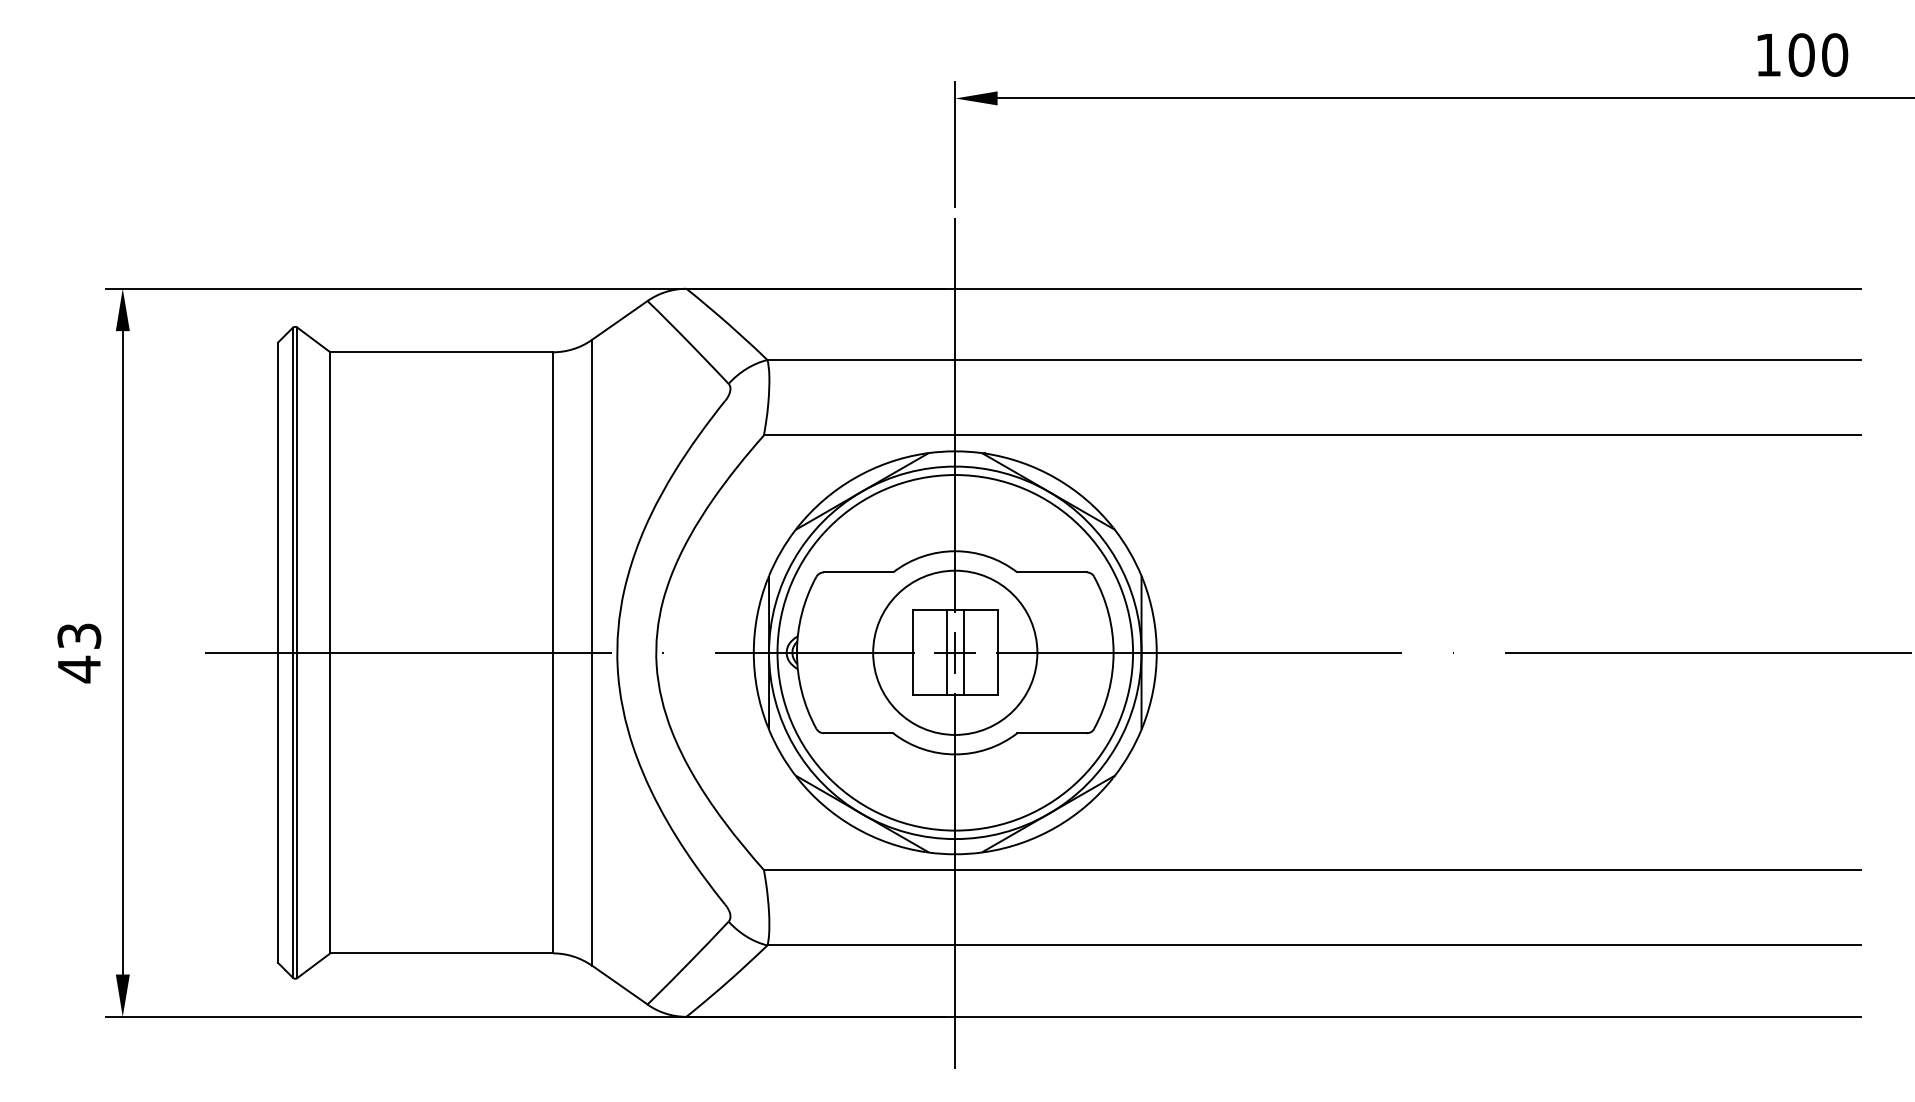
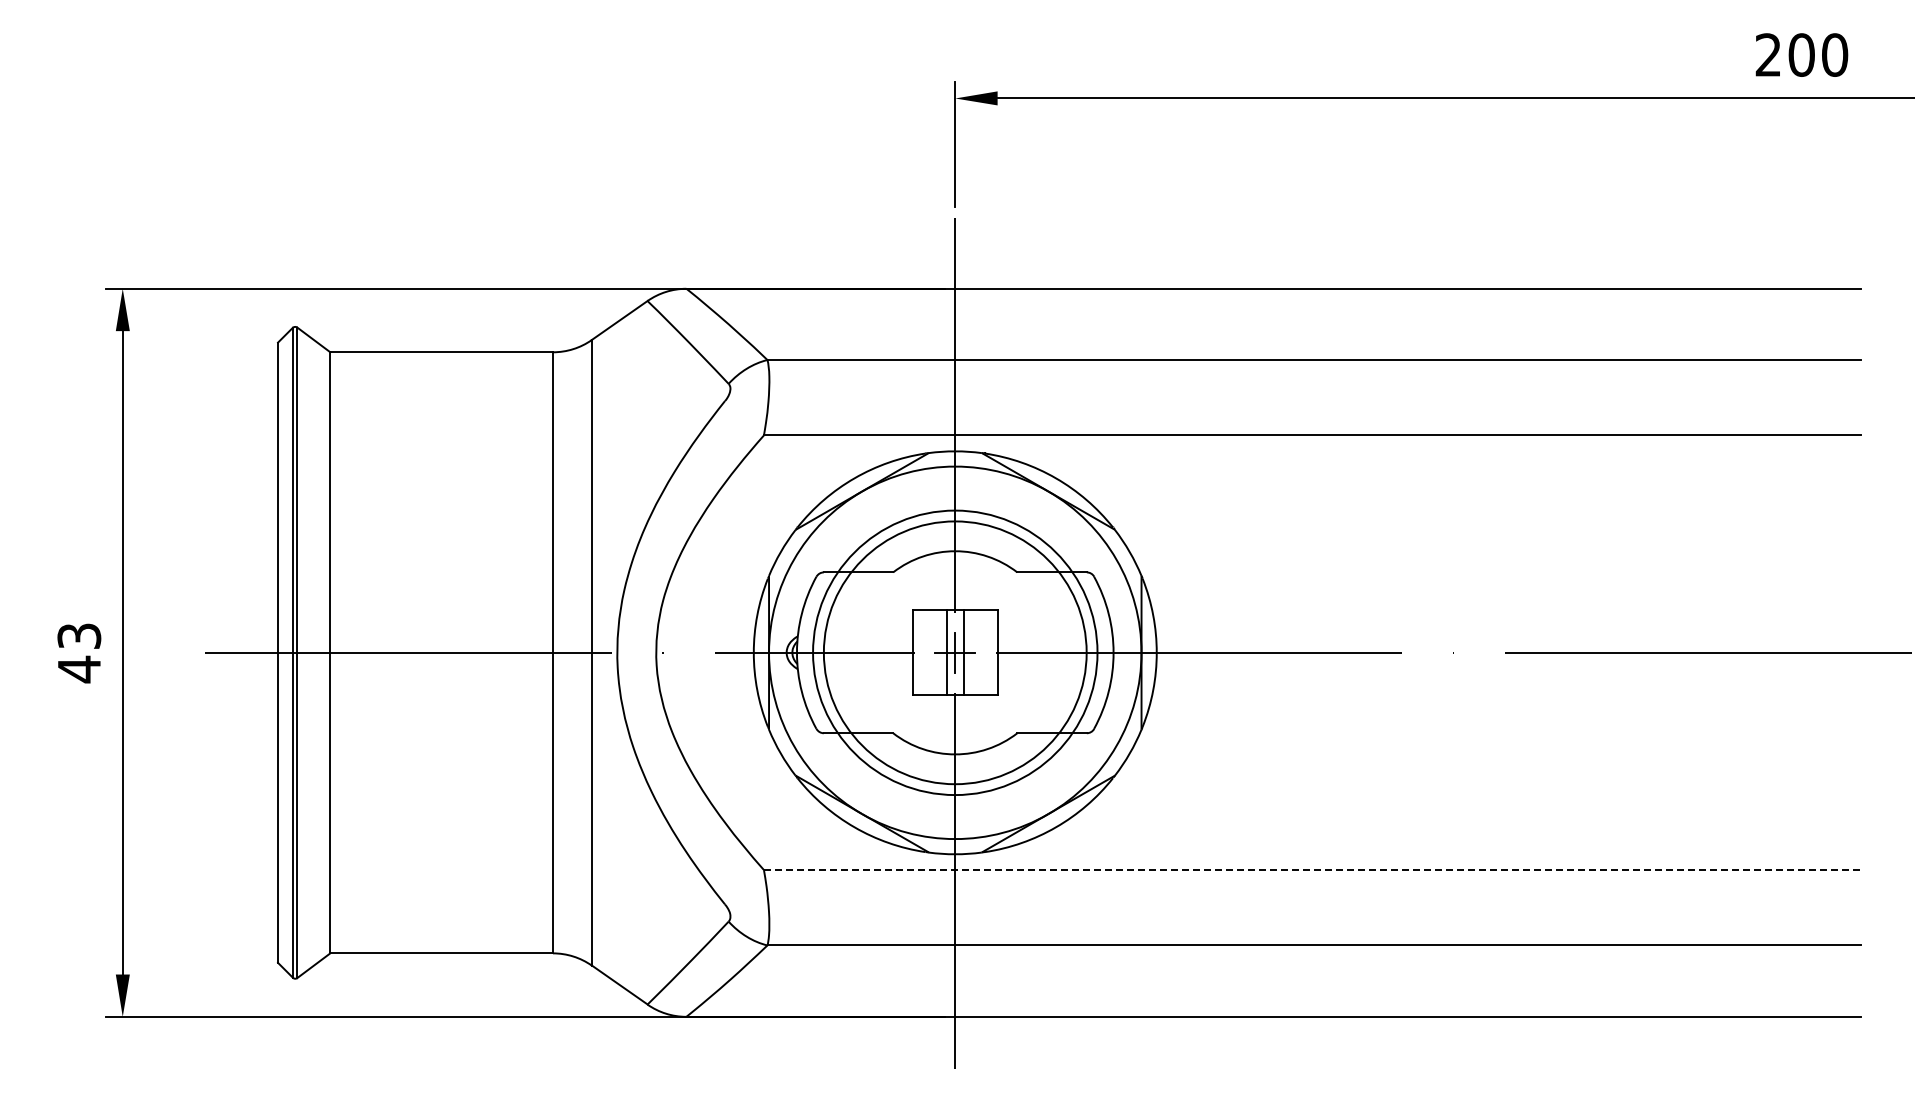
text at (1767, 54): 100 -> 200
circle at (955, 652) diameter: 164 px -> 263 px
circle at (955, 652) diameter: 356 px -> 284 px
line at (1312, 870): solid -> dashed
